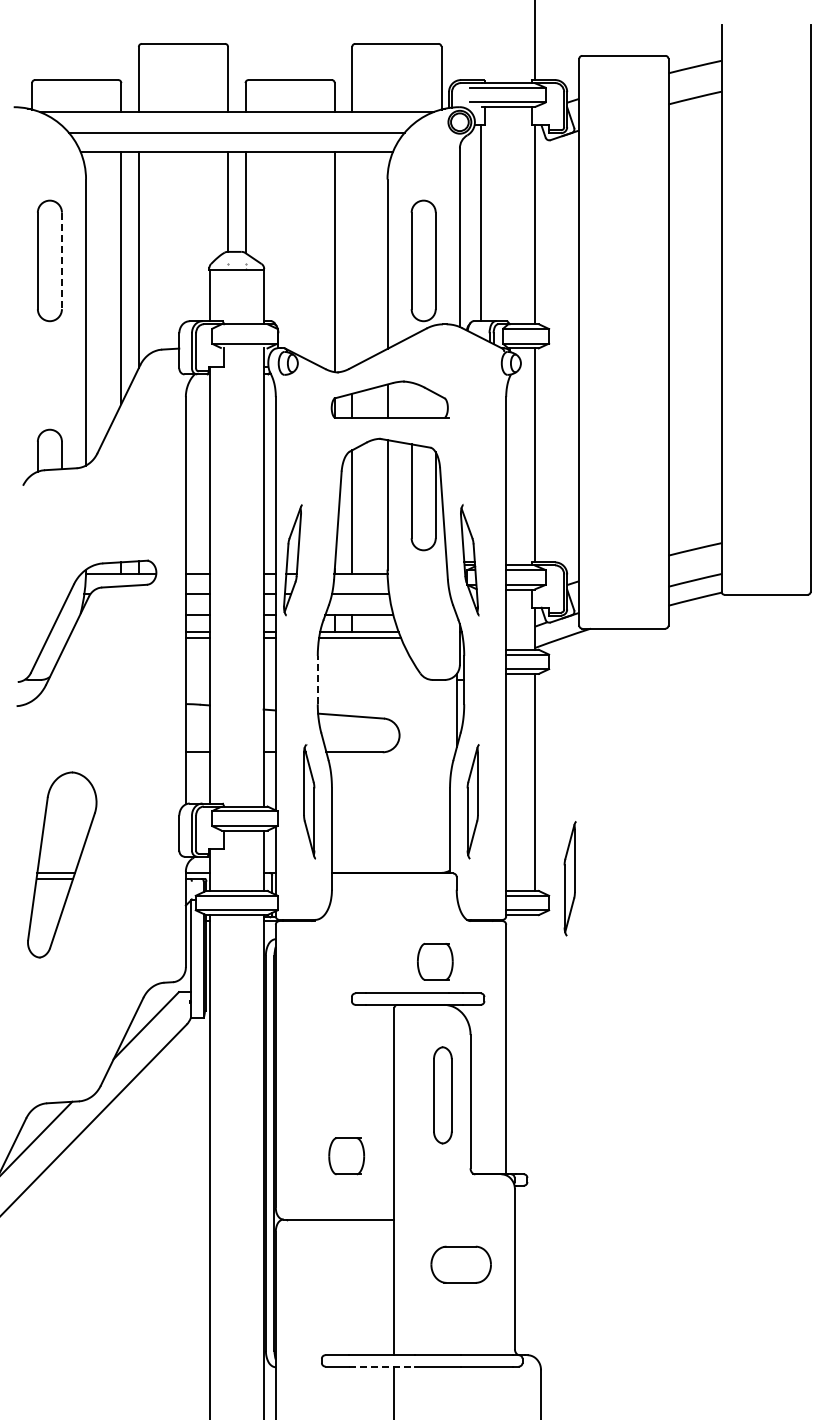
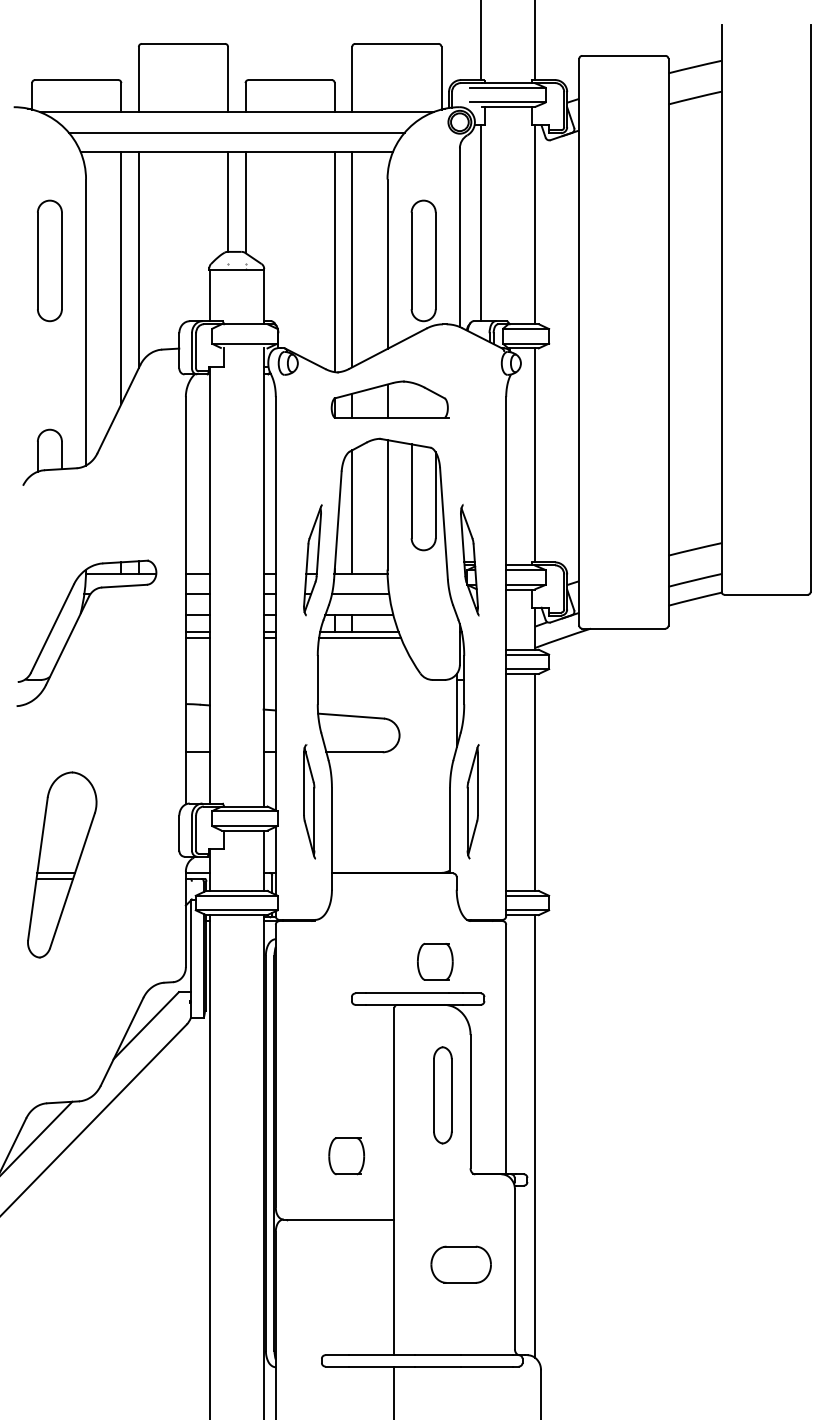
line at (481, 41): none -> present
line at (352, 259): none -> present
line at (61, 261): dashed -> solid
part at (292, 560) position: (292, 560) -> (312, 560)
line at (317, 679): dashed -> solid
part at (569, 878): present -> none
line at (534, 1136): none -> present
line at (381, 1366): dashed -> solid
